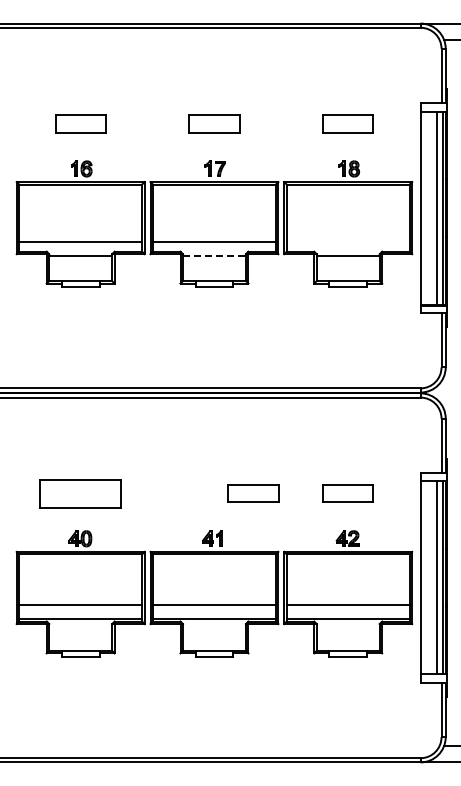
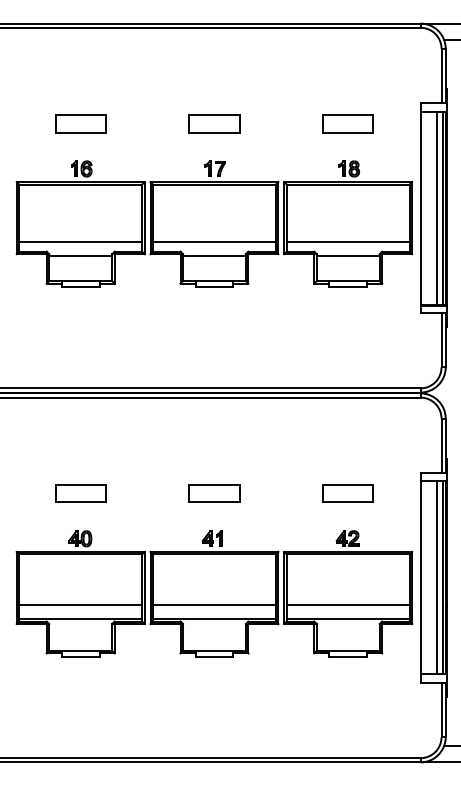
line at (347, 242): none -> present
line at (214, 256): dashed -> solid
part at (80, 493) size: 83x30 px -> 52x19 px
part at (253, 493) position: (253, 493) -> (214, 493)
